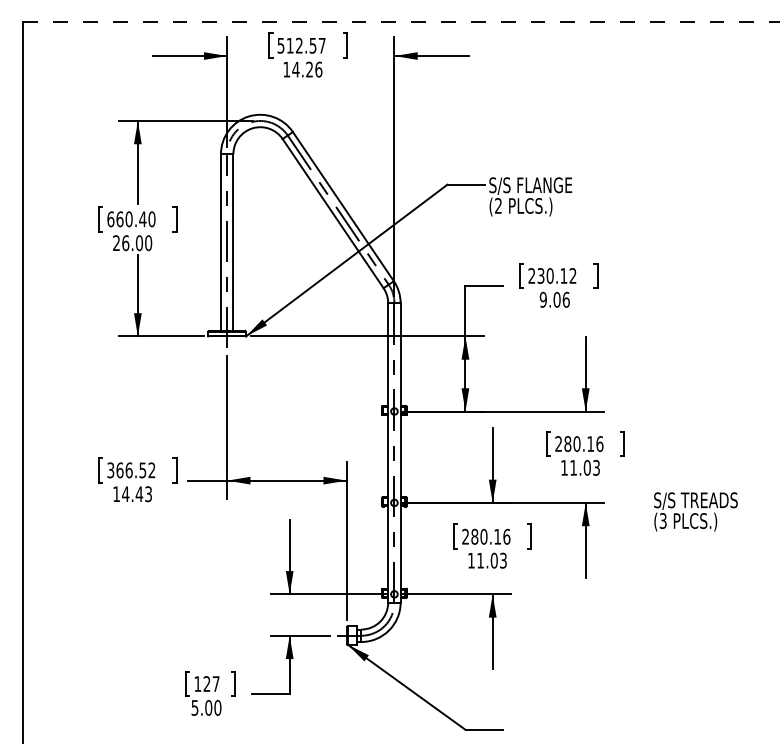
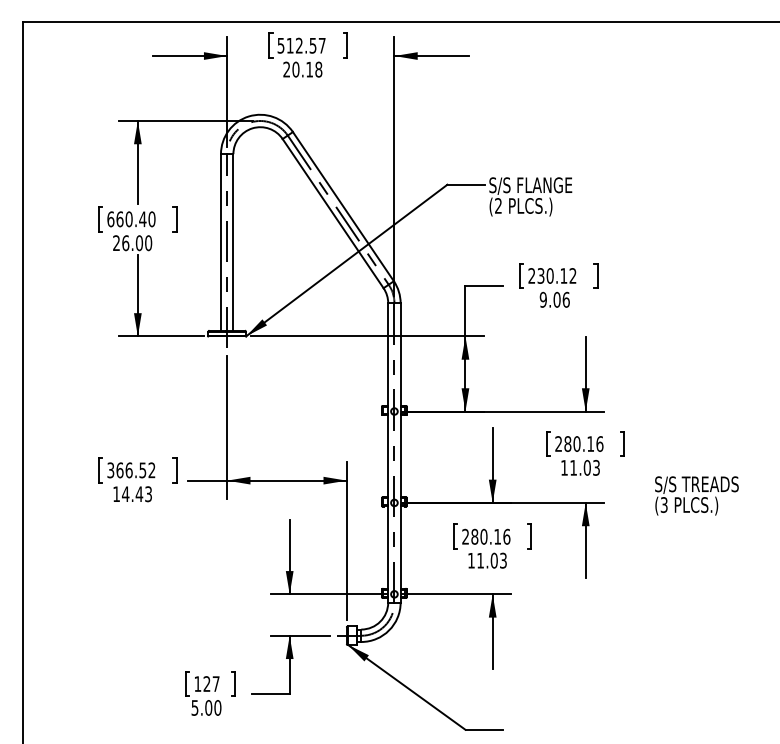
line at (401, 22): dashed -> solid
text at (302, 69): 14.26 -> 20.18
text at (695, 511) position: (695, 511) -> (696, 495)
